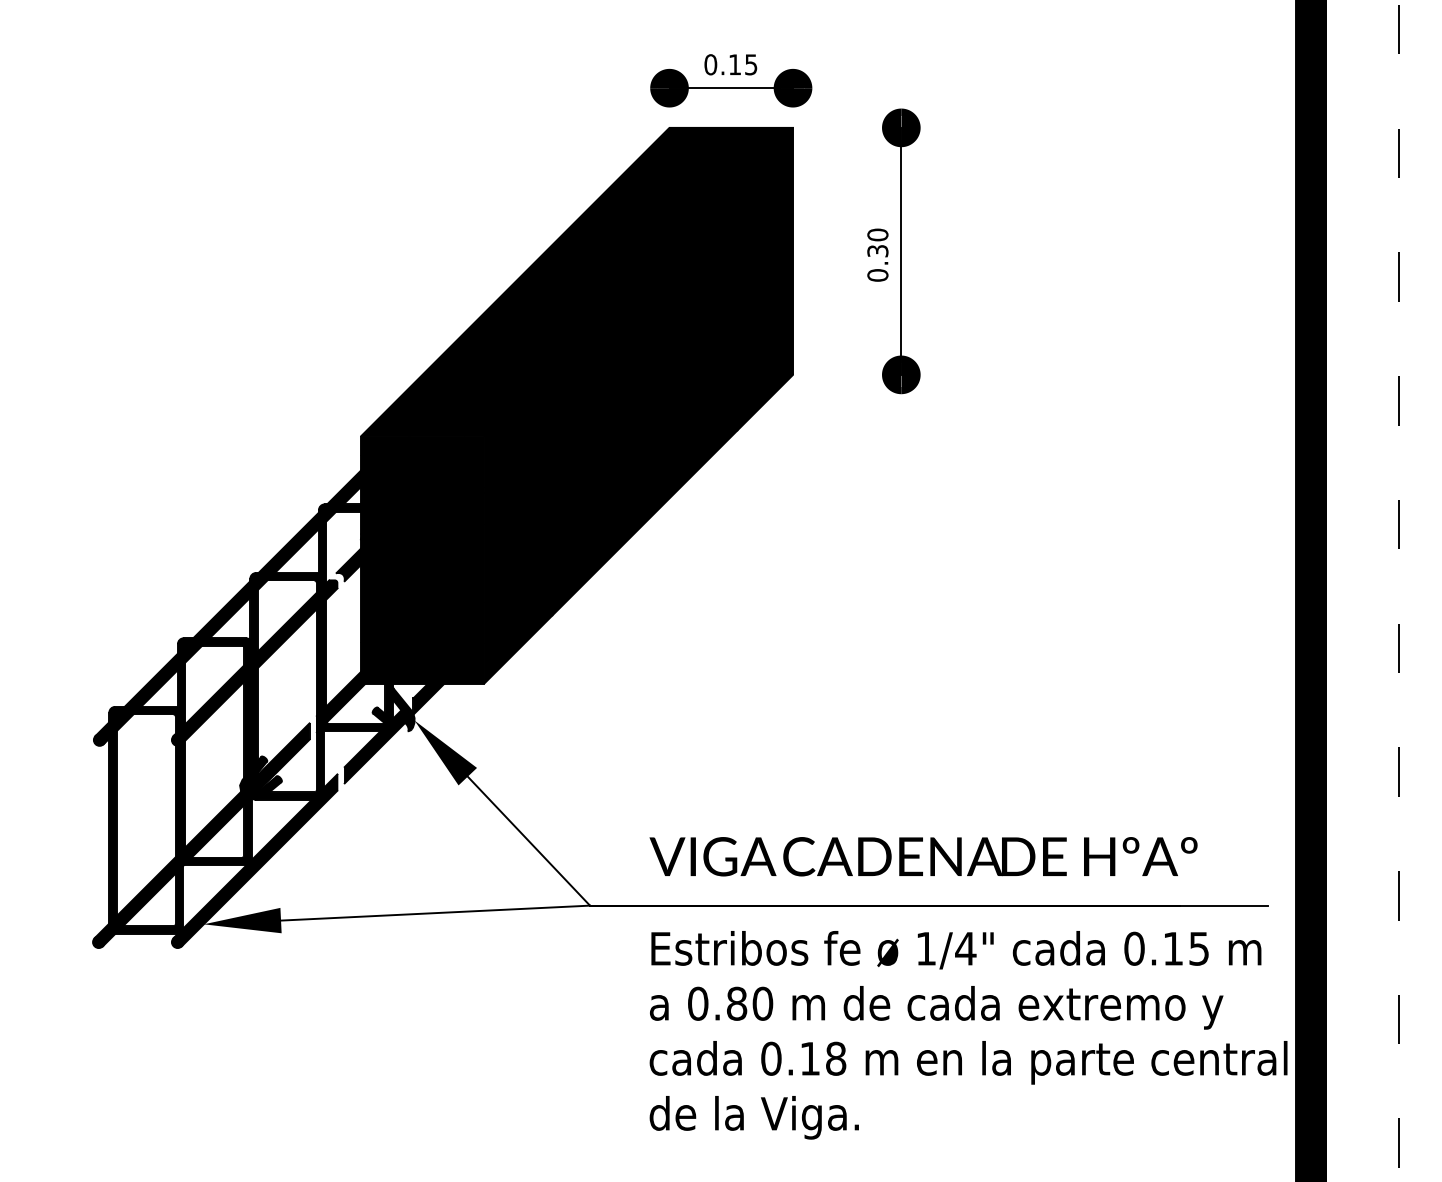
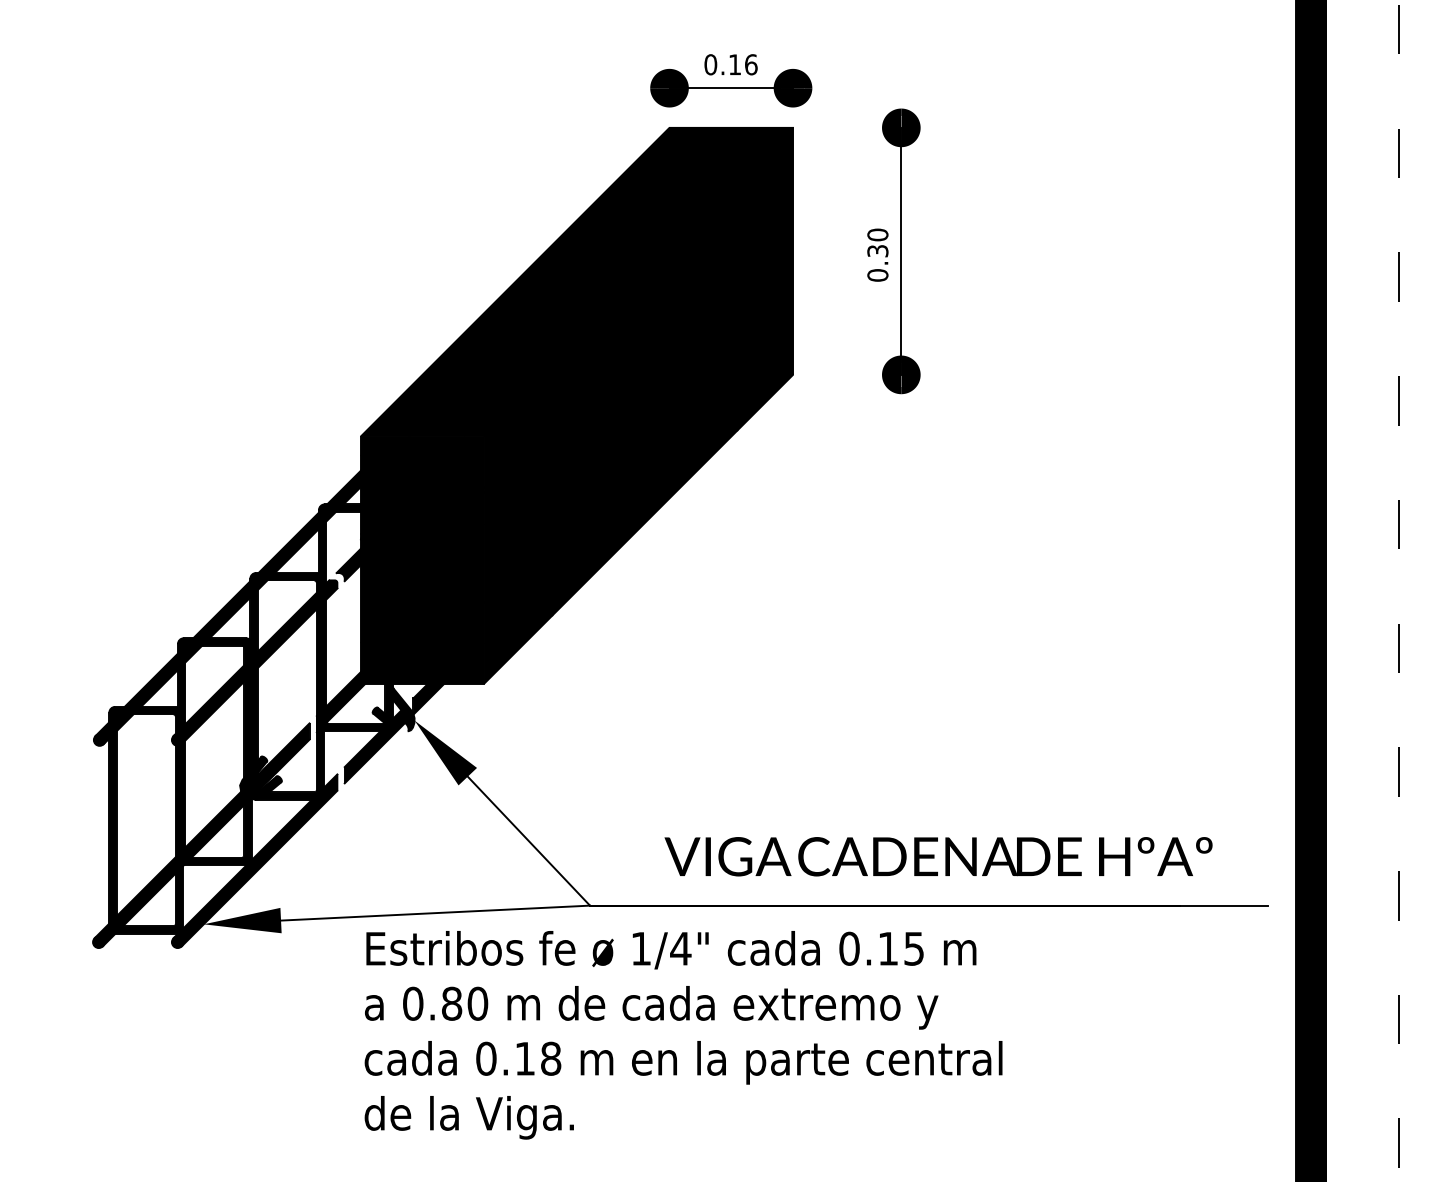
text at (751, 64): 0.15 -> 0.16
text at (923, 856) position: (923, 856) -> (938, 856)
text at (968, 1035) position: (968, 1035) -> (683, 1035)
